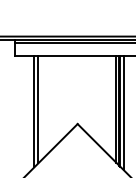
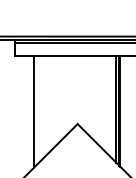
line at (38, 109): present -> none
line at (123, 112): present -> none
